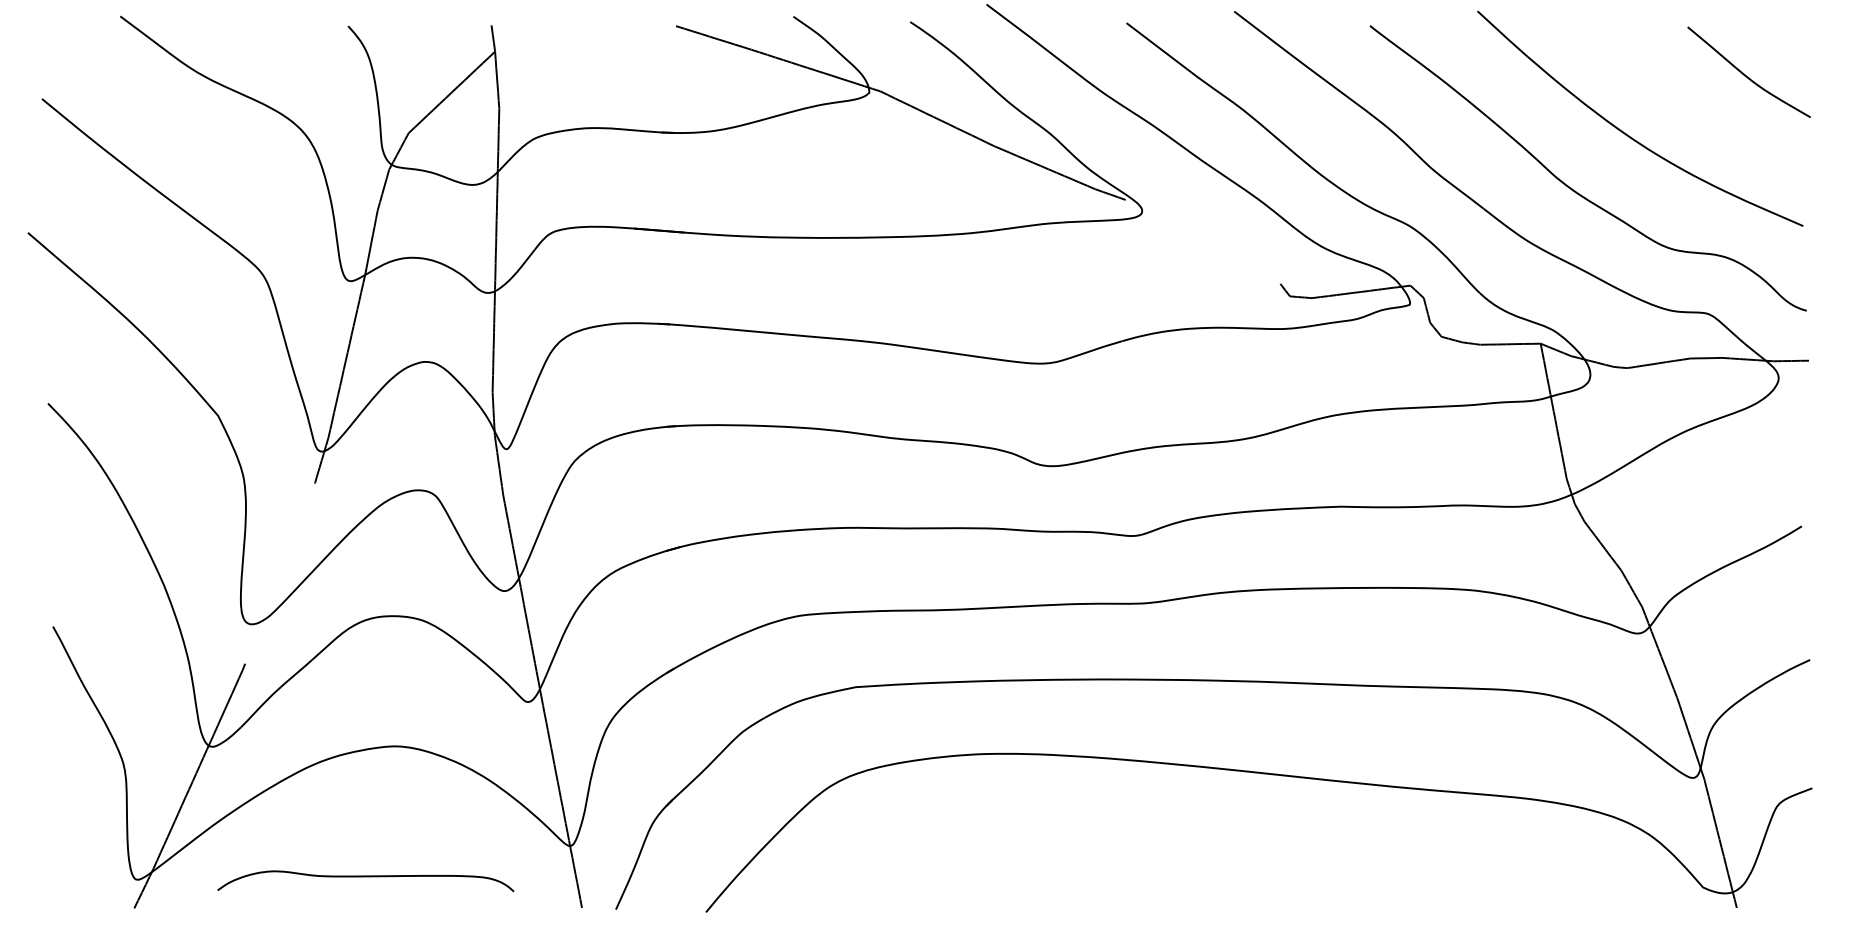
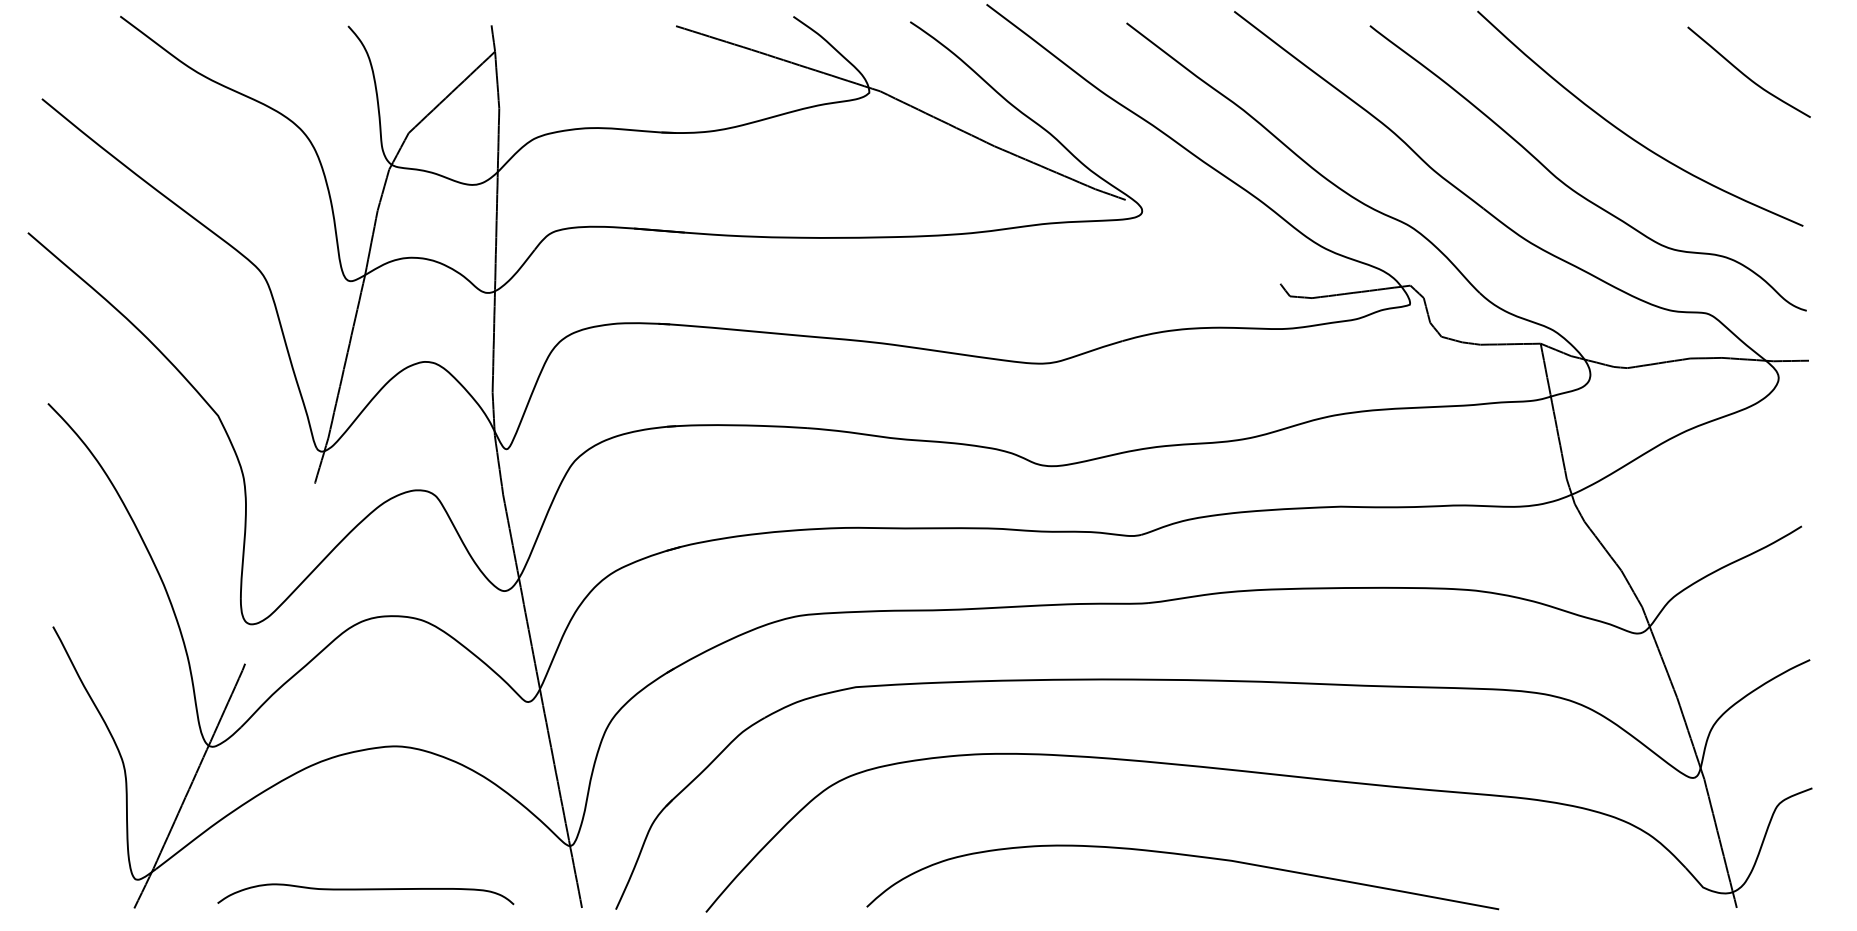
curve at (1187, 856): none -> present
curve at (365, 877) position: (365, 877) -> (365, 890)
